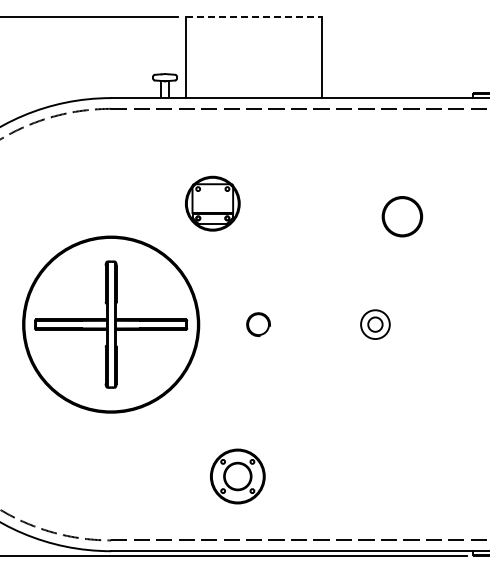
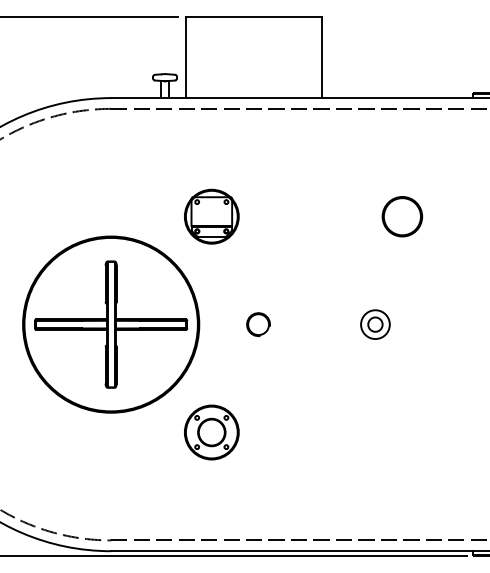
line at (254, 17): dashed -> solid
part at (212, 203) position: (212, 203) -> (211, 216)
part at (237, 476) position: (237, 476) -> (211, 432)
